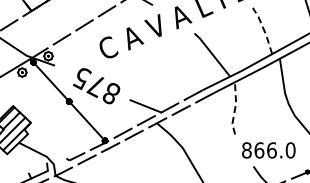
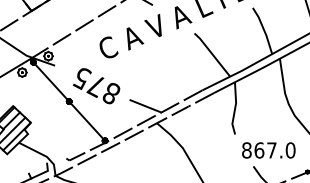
line at (264, 30): dashed -> solid
line at (235, 108): dashed -> solid
text at (271, 150): 866.0 -> 867.0
